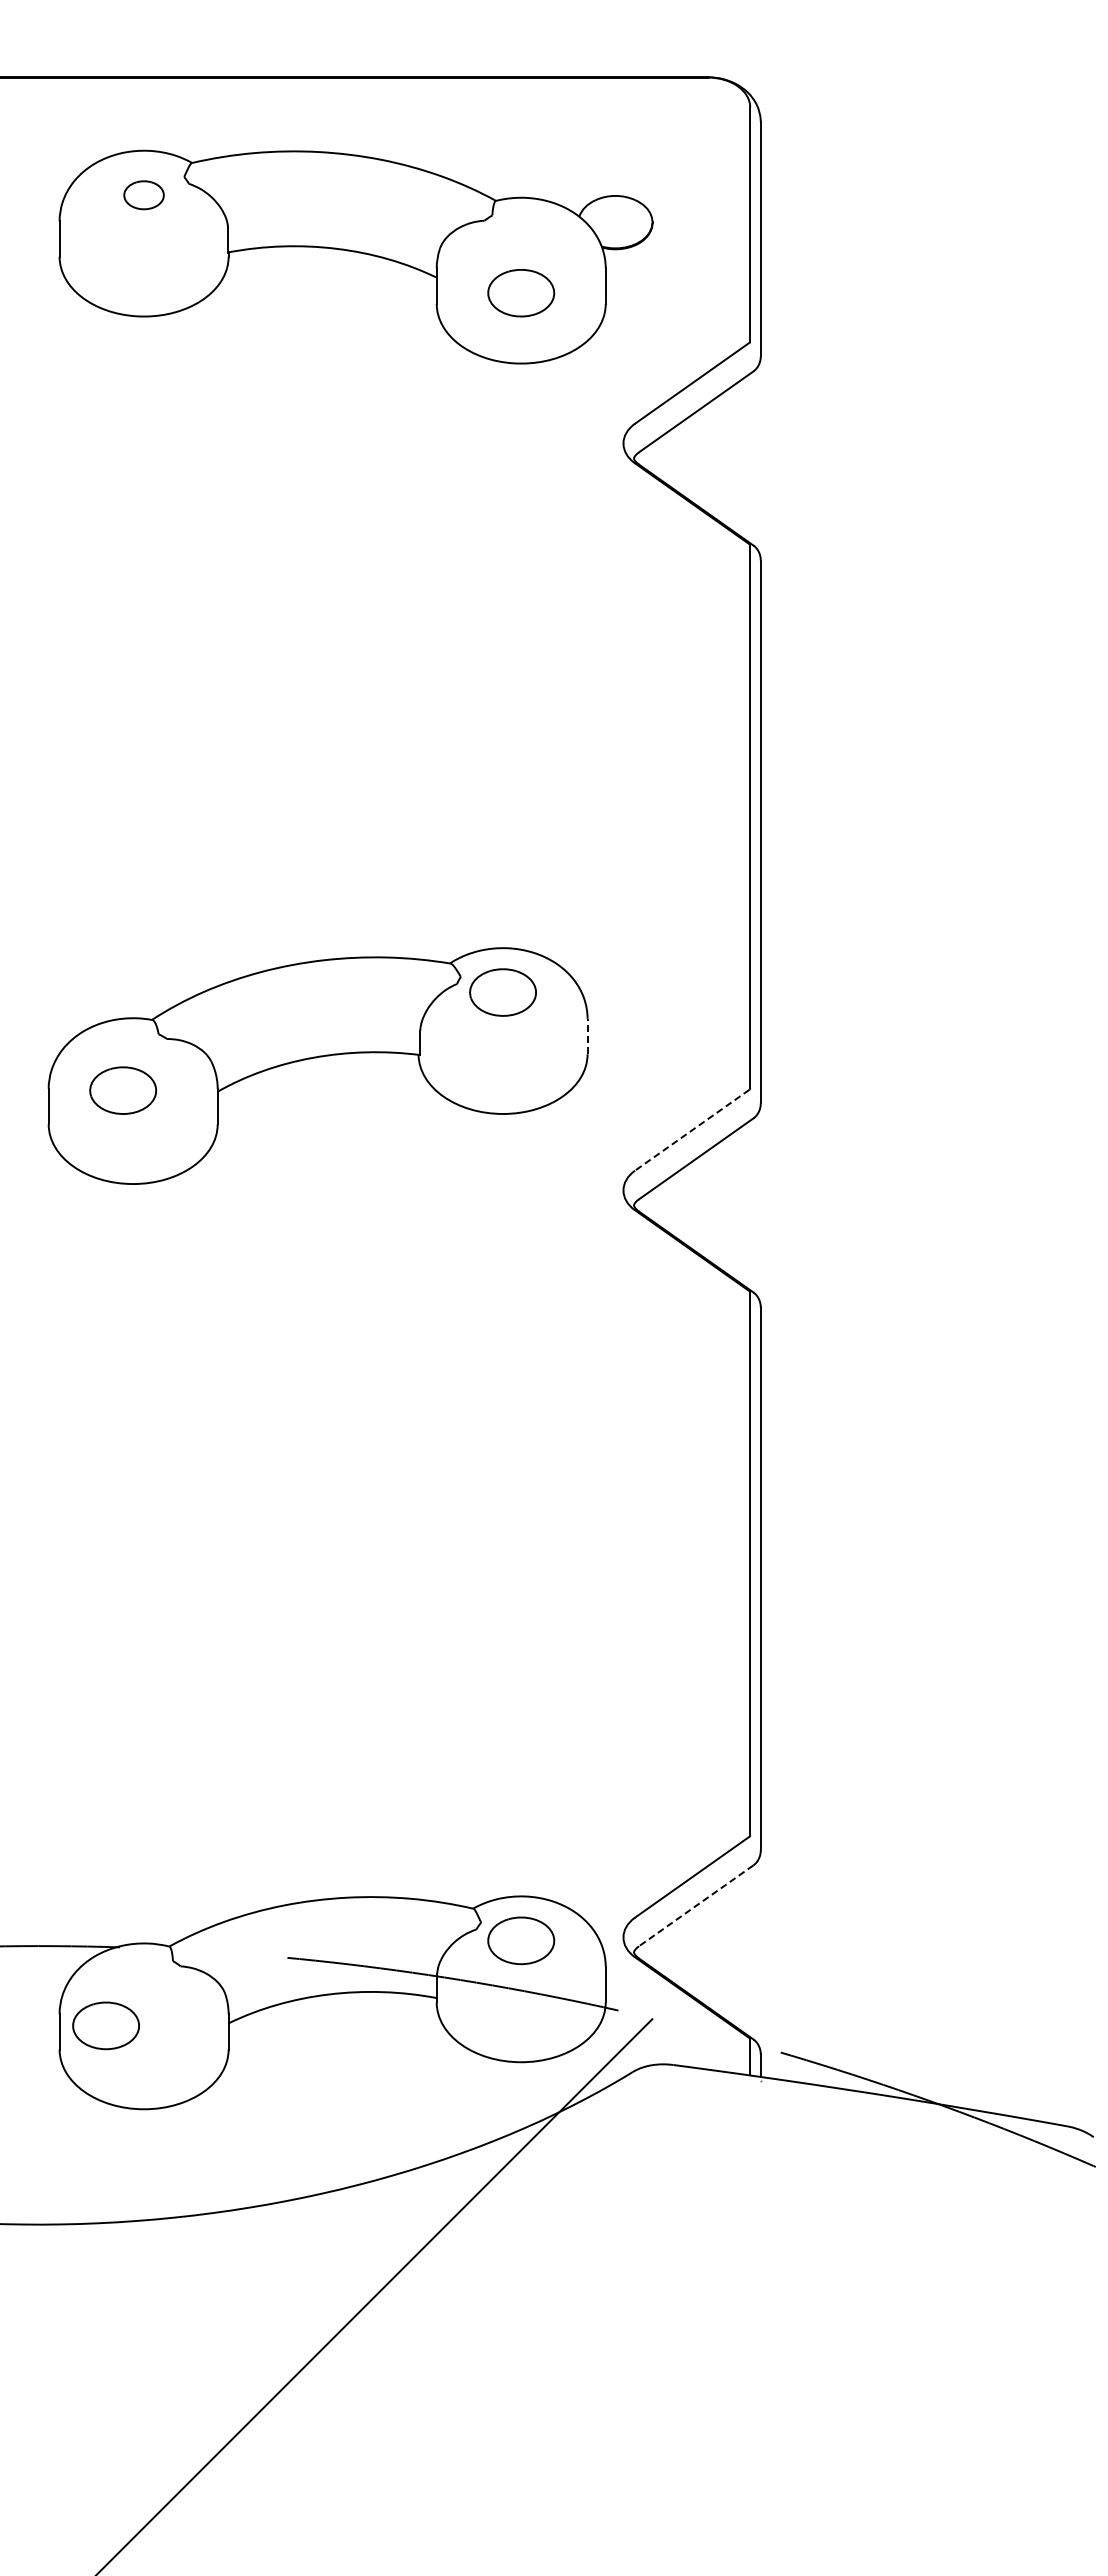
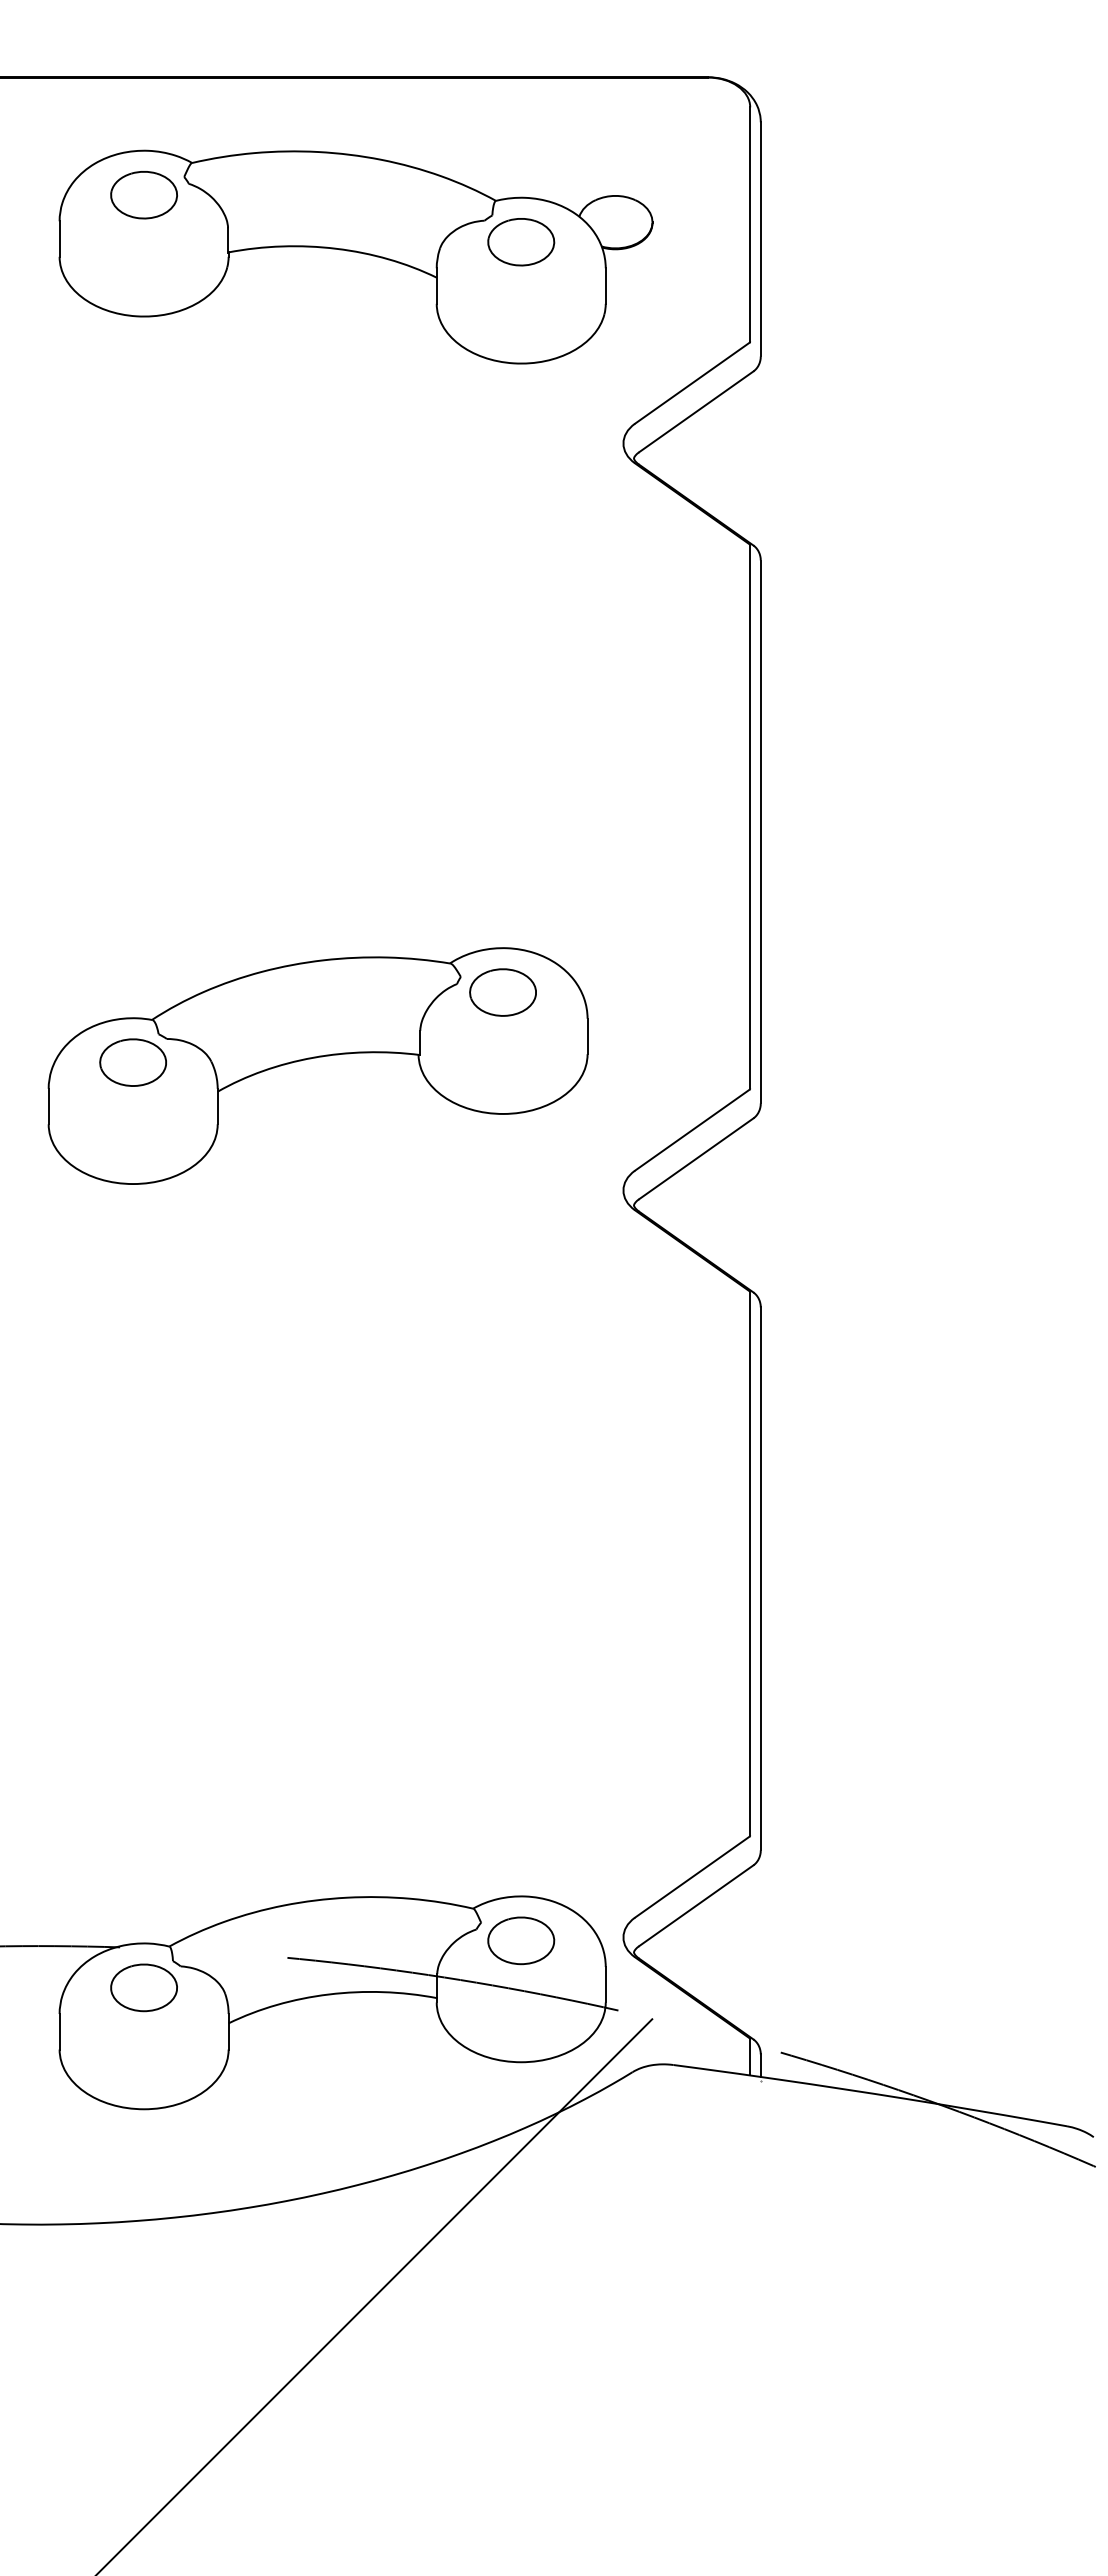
part at (143, 195) size: 42x31 px -> 68x49 px
part at (521, 293) position: (521, 293) -> (521, 242)
line at (587, 1036): dashed -> solid
part at (122, 1090) position: (122, 1090) -> (132, 1062)
line at (691, 1130): dashed -> solid
line at (695, 1906): dashed -> solid
part at (105, 2025) position: (105, 2025) -> (143, 1987)
